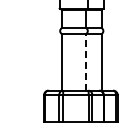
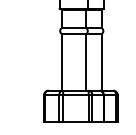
line at (86, 61): dashed -> solid
